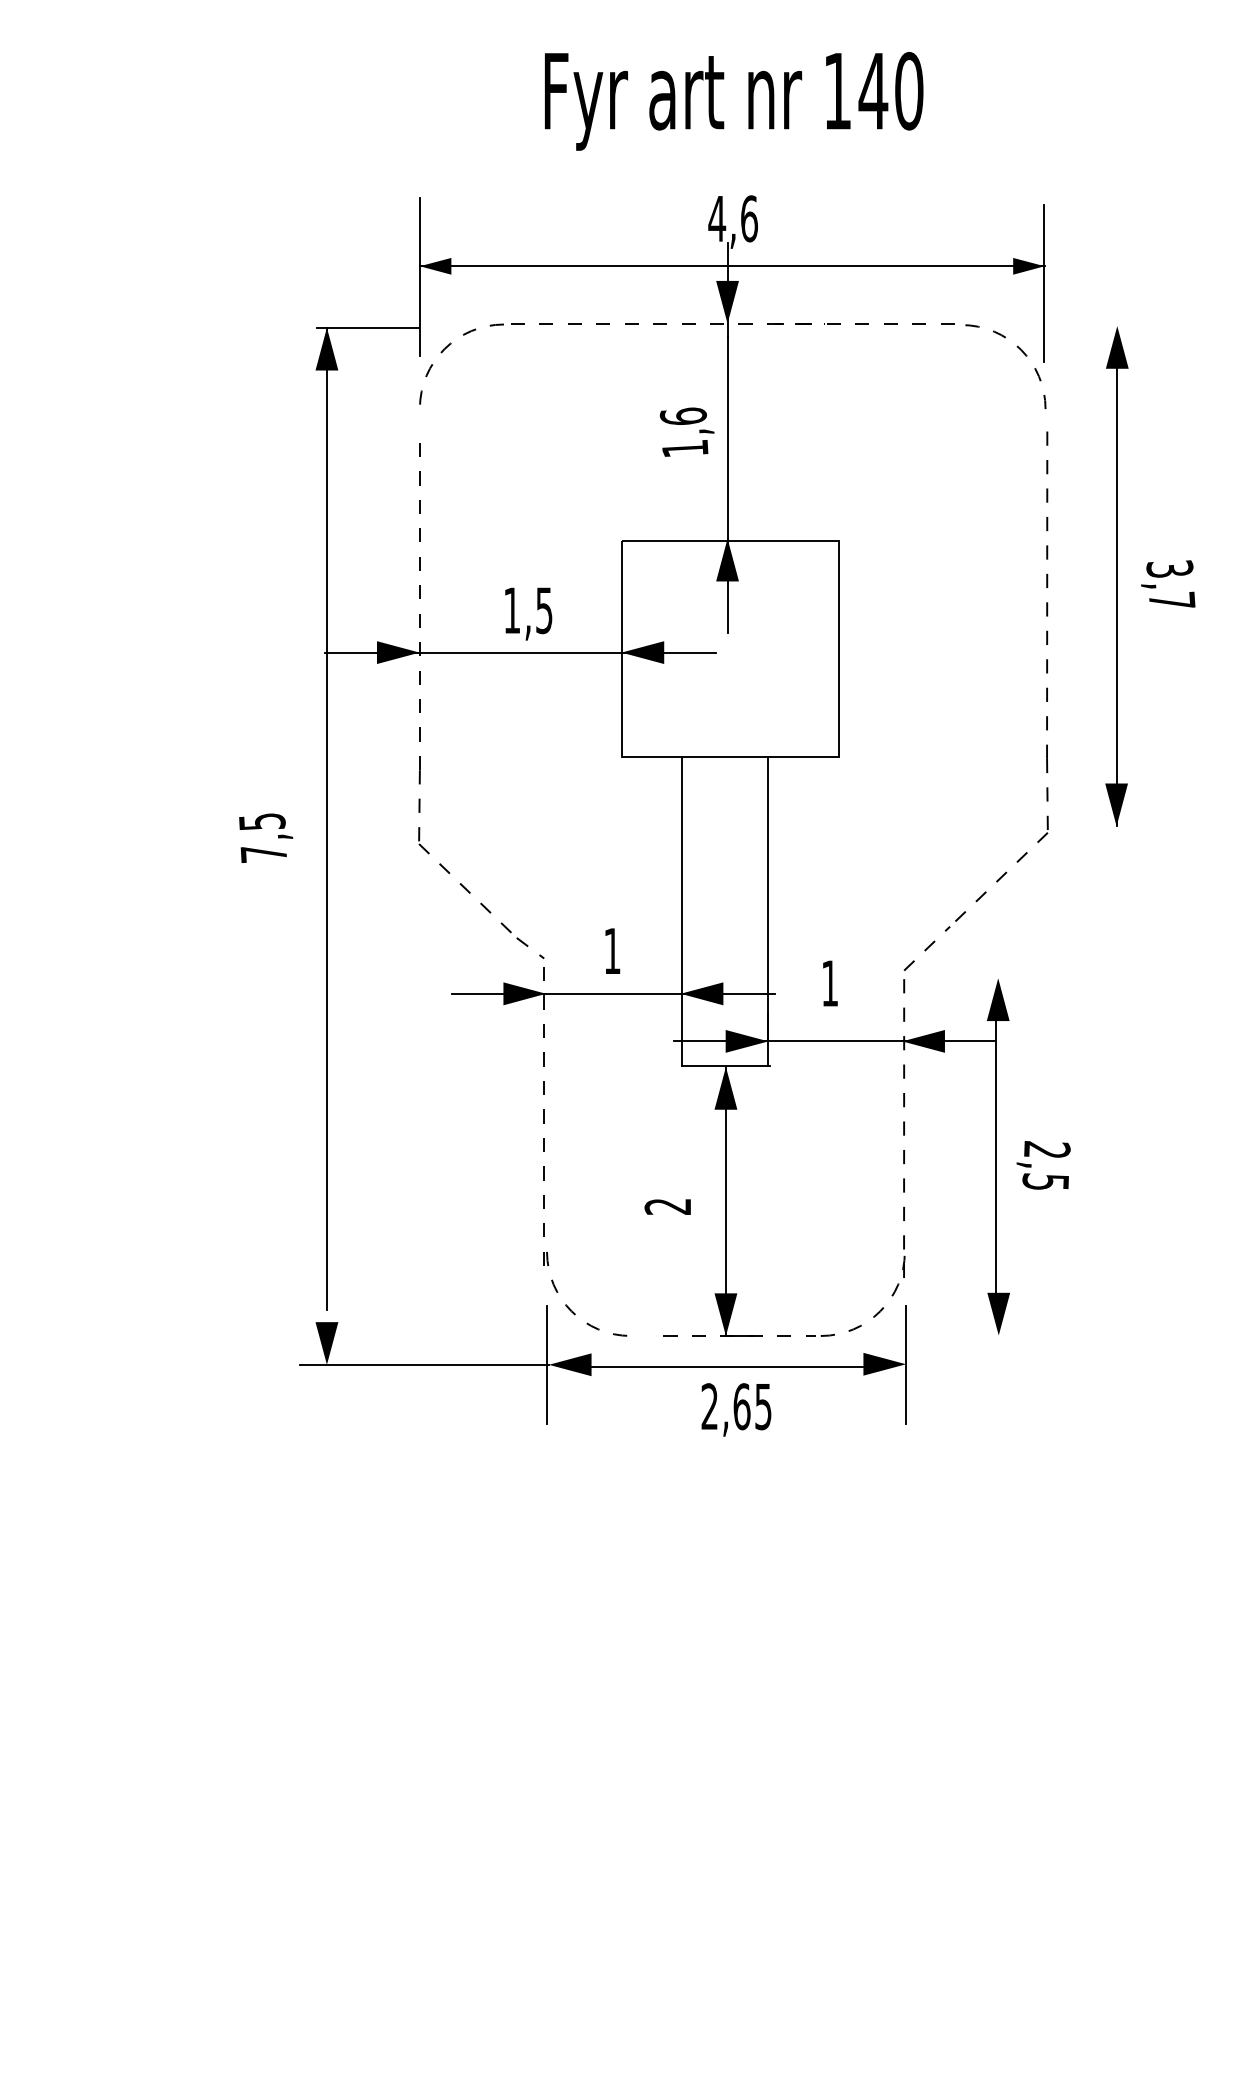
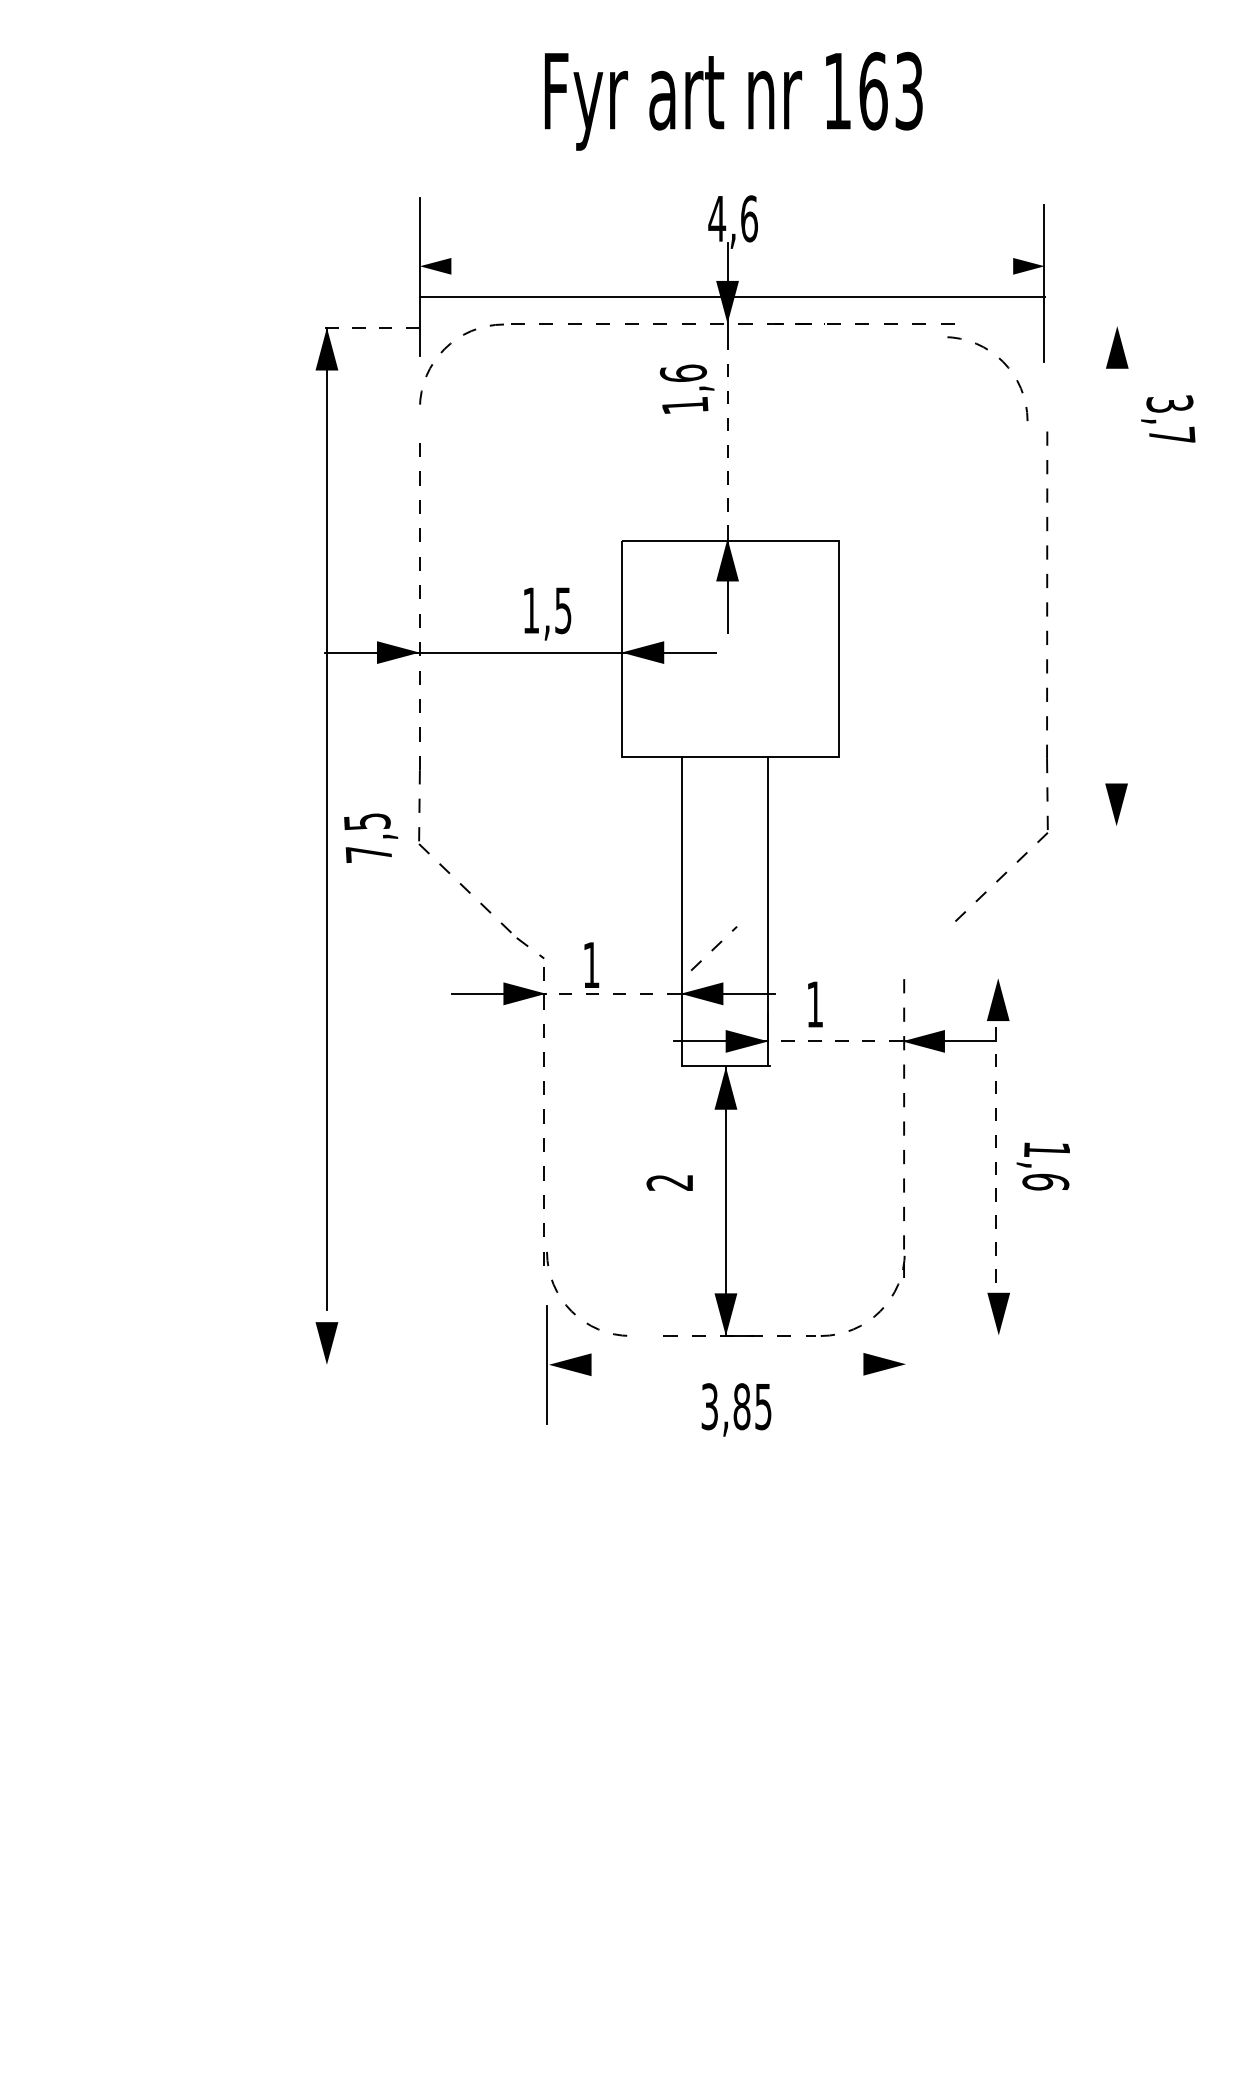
text at (890, 90): 140 -> 163
line at (731, 266) position: (731, 266) -> (731, 297)
line at (367, 327): solid -> dashed
arc at (1020, 350) position: (1020, 350) -> (1002, 362)
text at (686, 431) position: (686, 431) -> (686, 388)
line at (727, 437): solid -> dashed
text at (1168, 583) position: (1168, 583) -> (1168, 418)
line at (1116, 590): present -> none
text at (528, 613) position: (528, 613) -> (547, 613)
text at (266, 837) position: (266, 837) -> (371, 837)
line at (926, 948) position: (926, 948) -> (713, 948)
text at (612, 950) position: (612, 950) -> (591, 964)
text at (830, 983) position: (830, 983) -> (815, 1004)
line at (606, 993): solid -> dashed
line at (835, 1041): solid -> dashed
line at (996, 1157): solid -> dashed
text at (1046, 1165): 2,5 -> 1,6
text at (667, 1206) position: (667, 1206) -> (669, 1182)
line at (424, 1364): present -> none
line at (905, 1364): present -> none
line at (728, 1366): present -> none
text at (725, 1406): 2,65 -> 3,85
